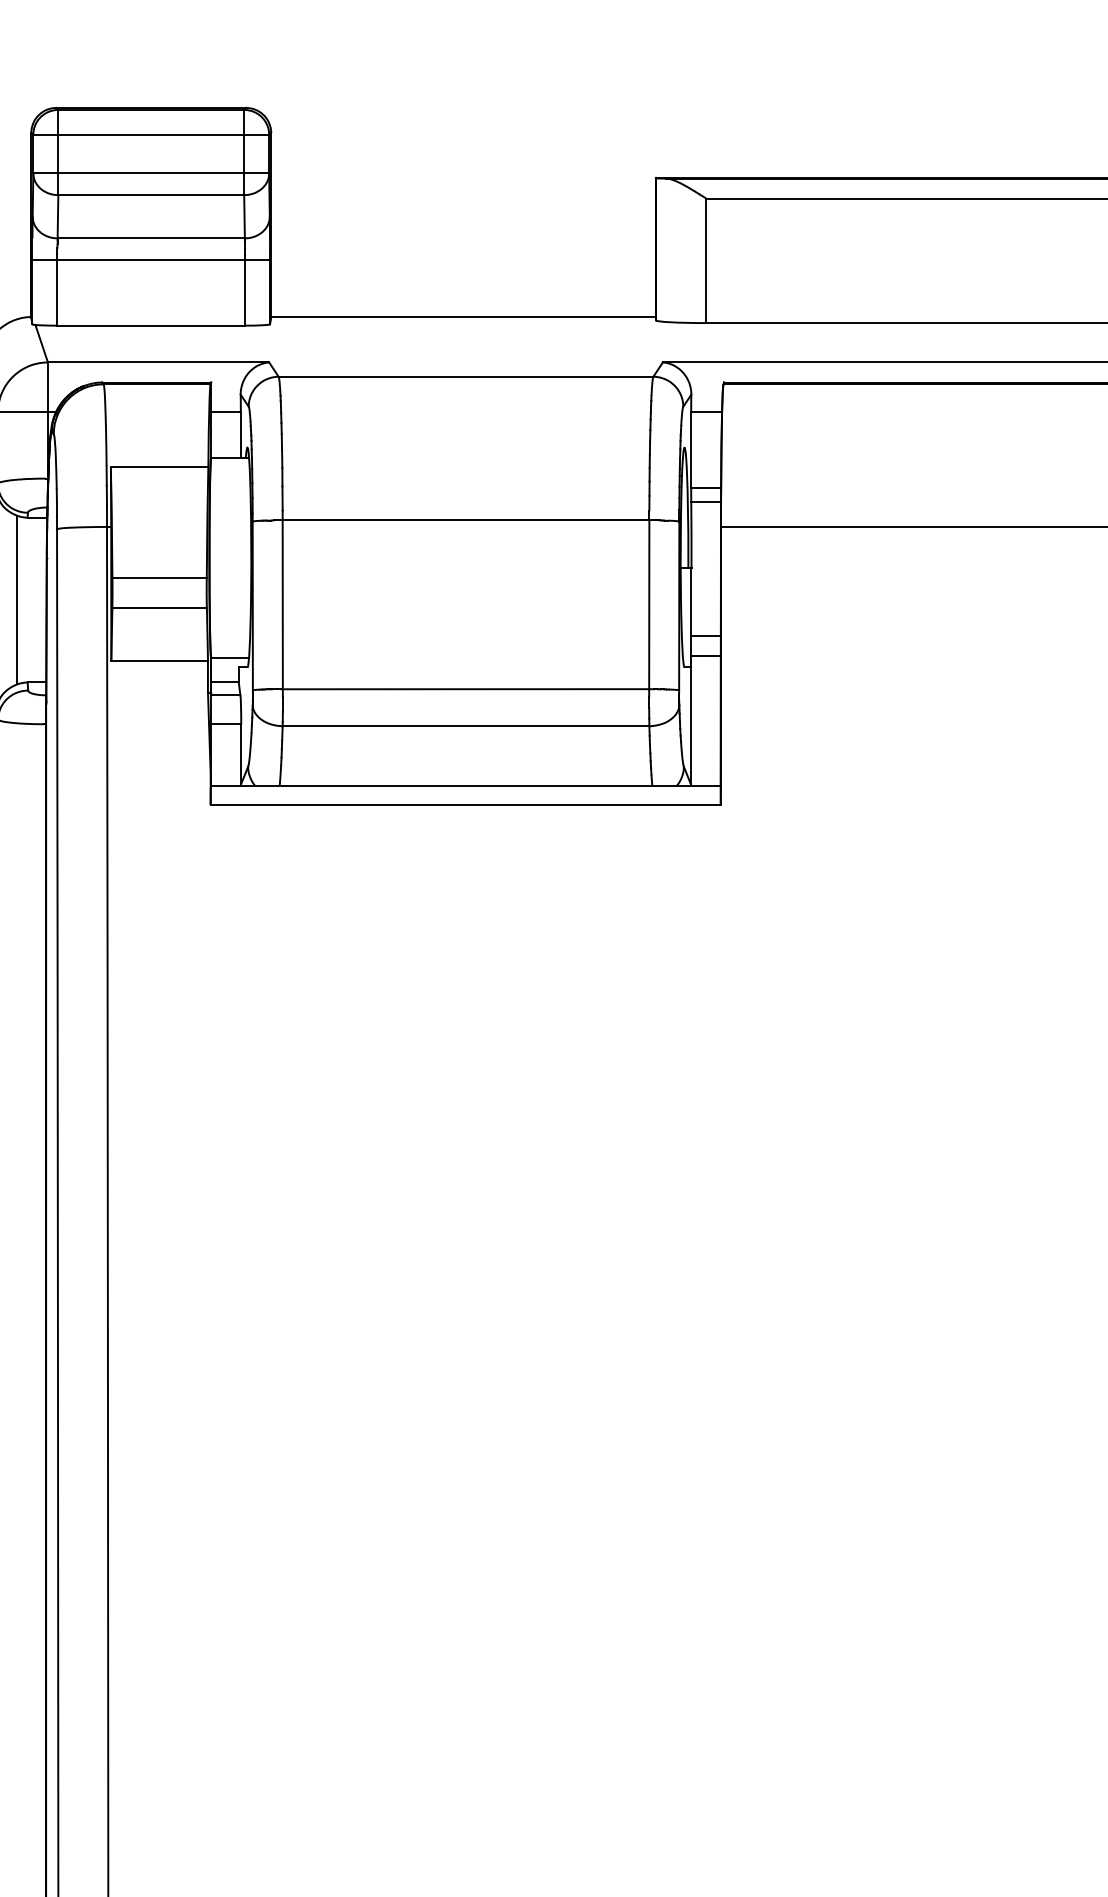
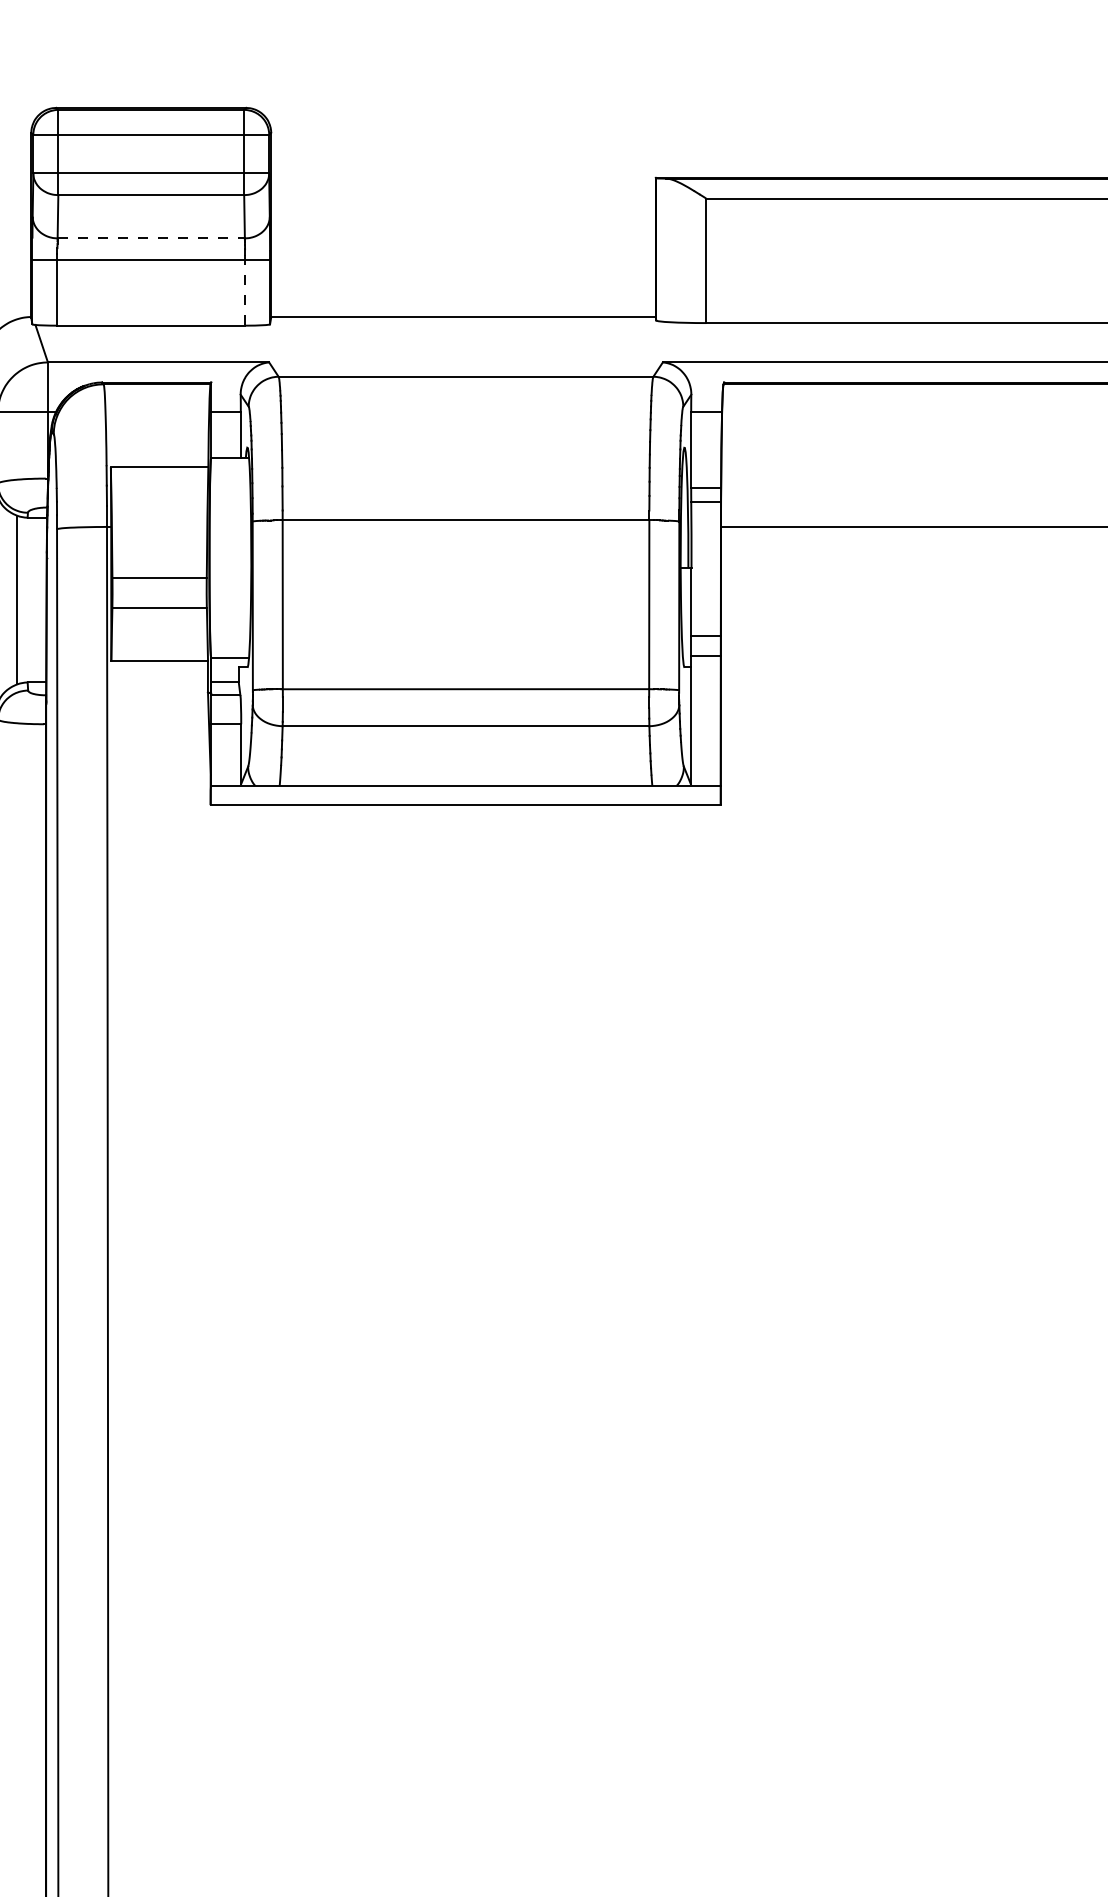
line at (151, 238): solid -> dashed
line at (245, 290): solid -> dashed
